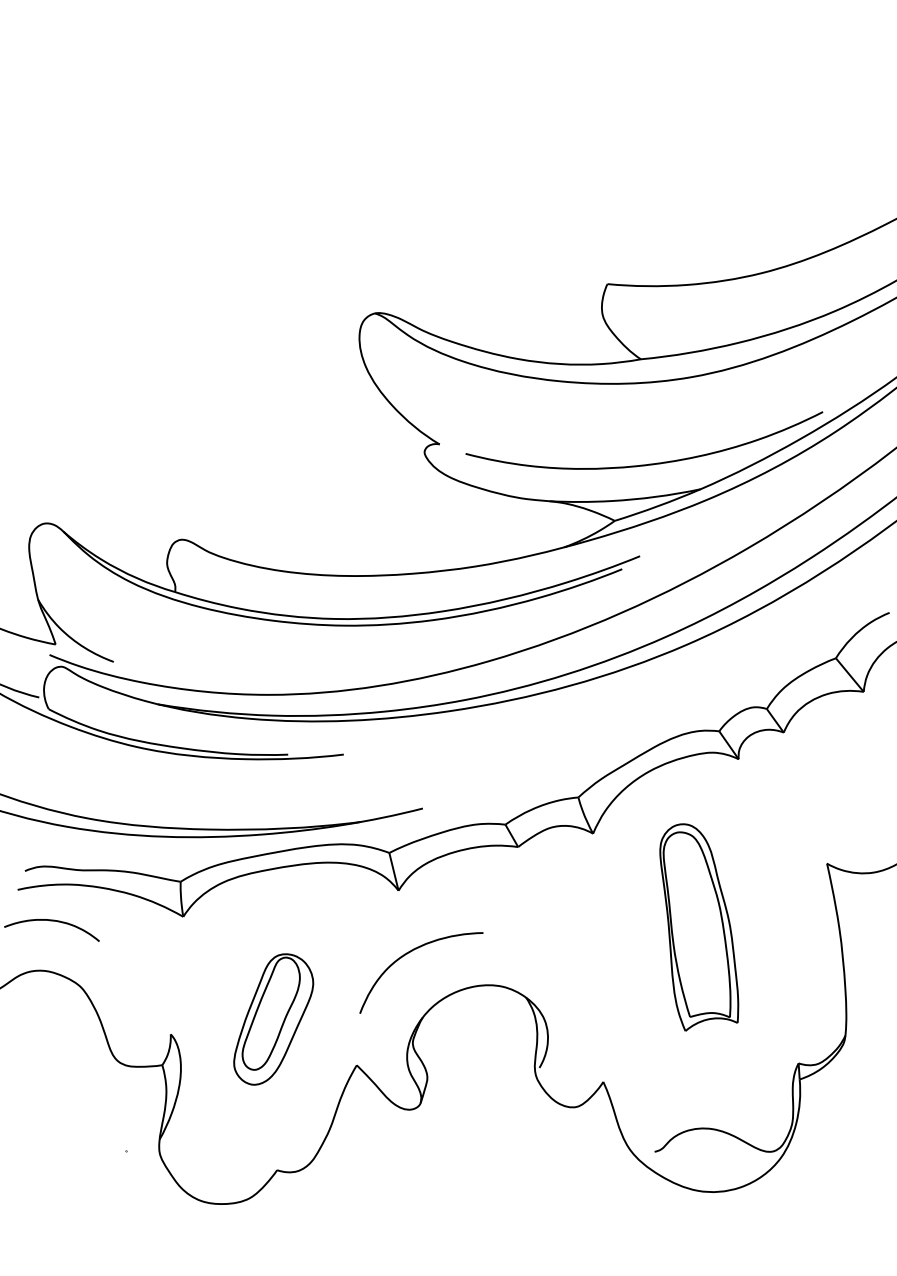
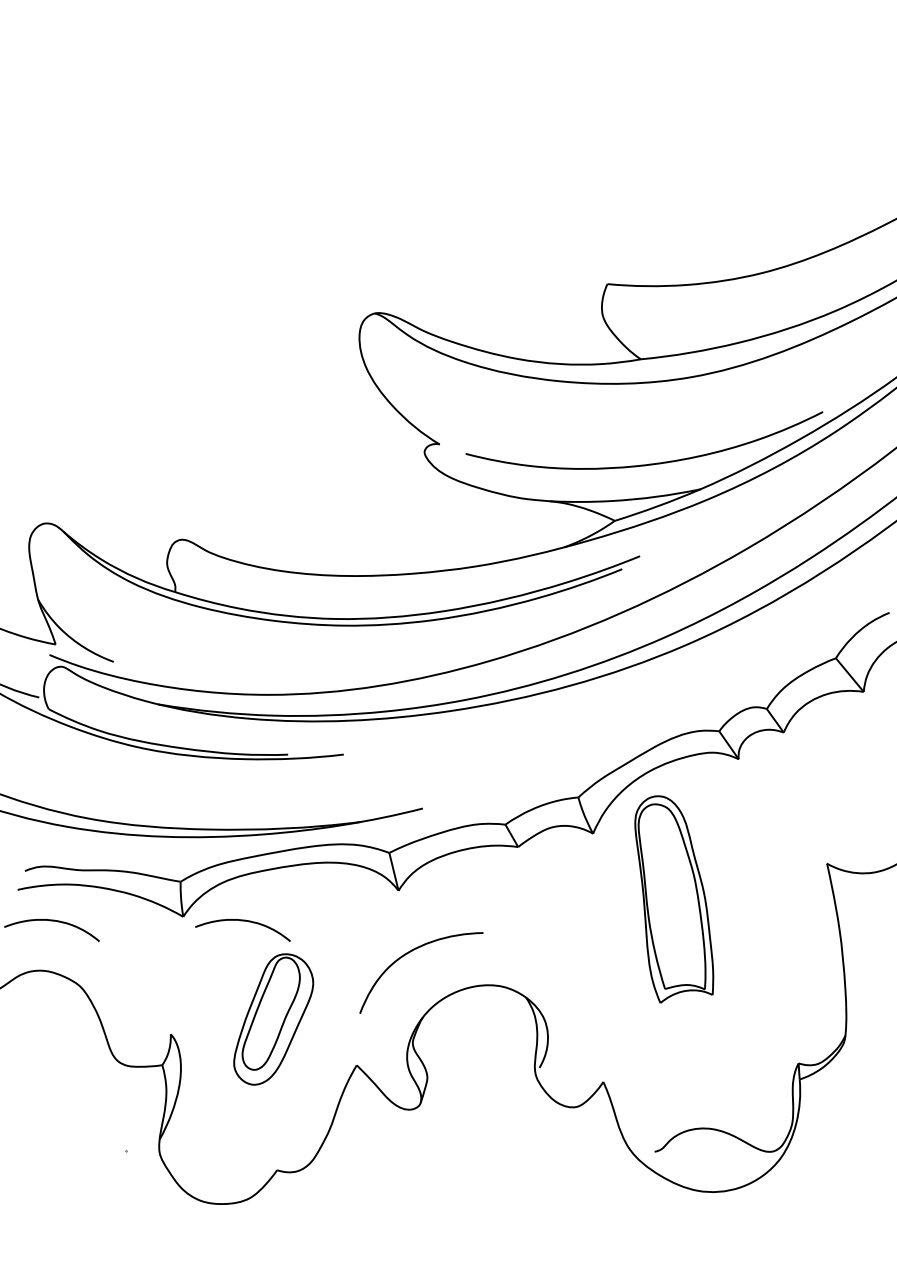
curve at (242, 921): none -> present
part at (699, 927) position: (699, 927) -> (674, 899)
